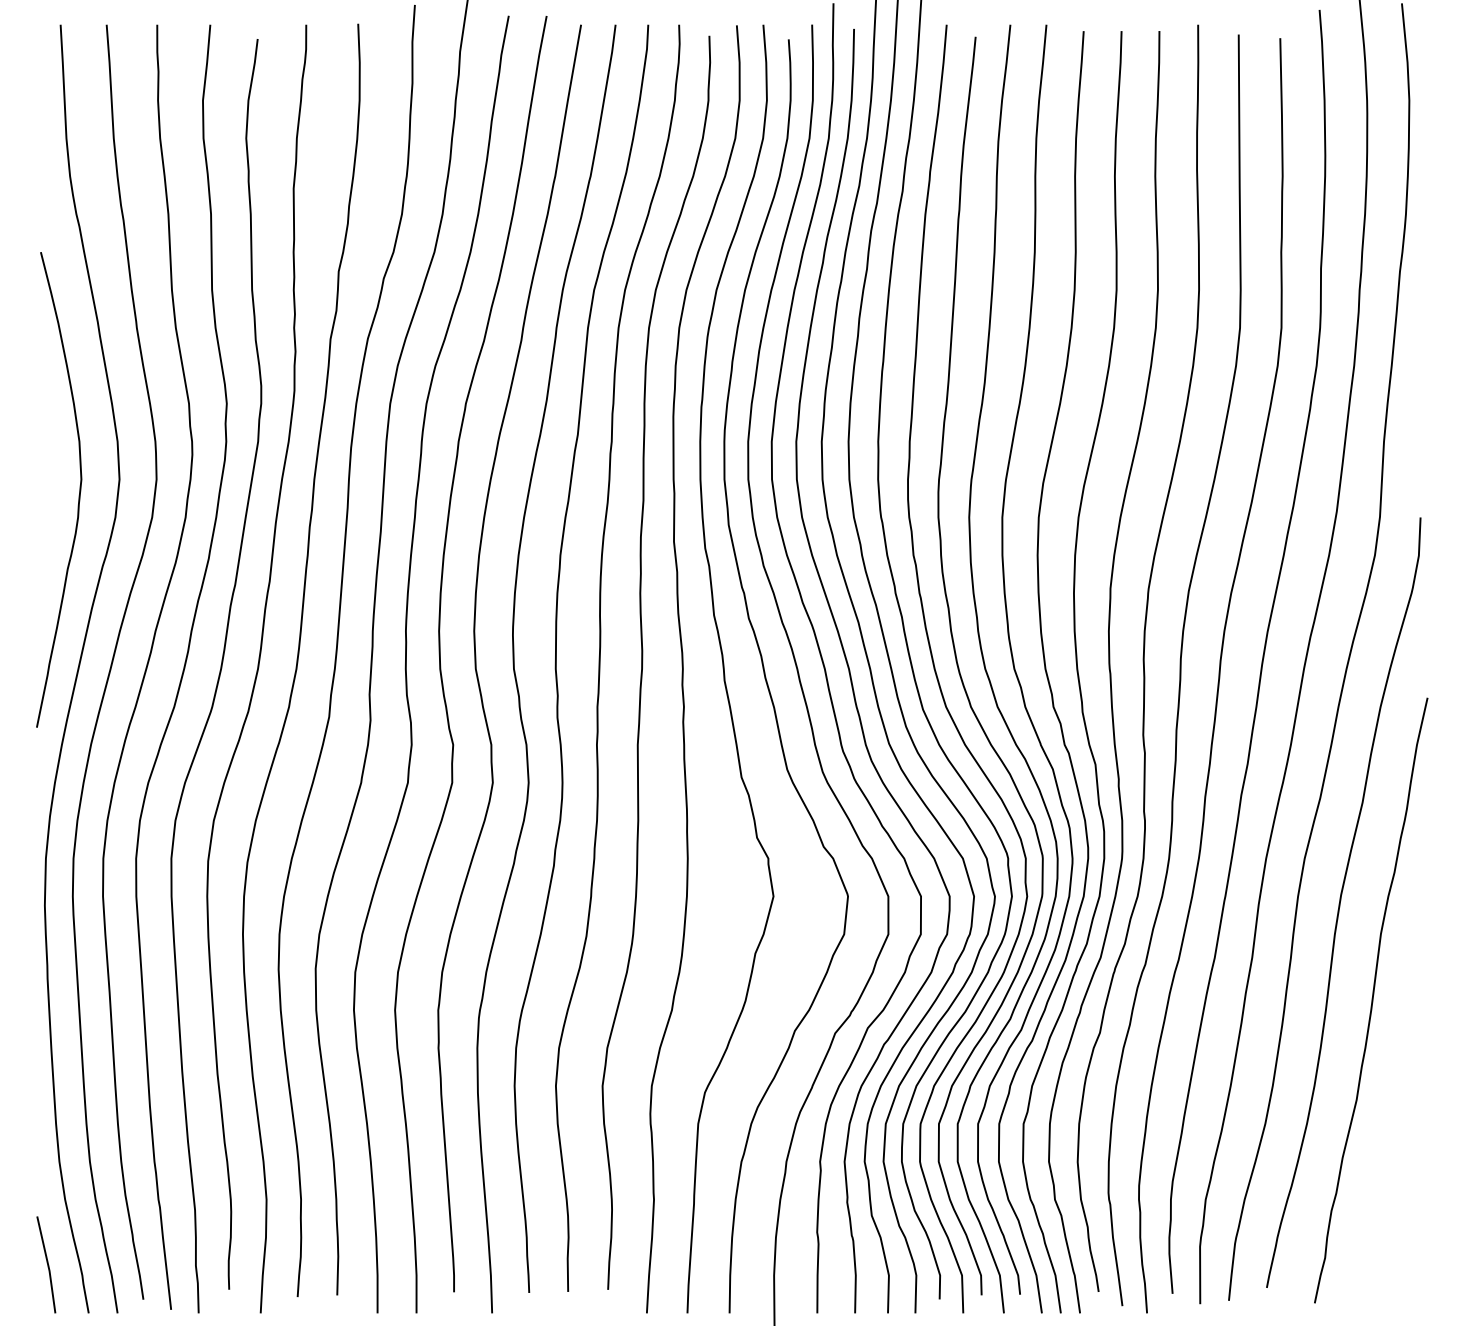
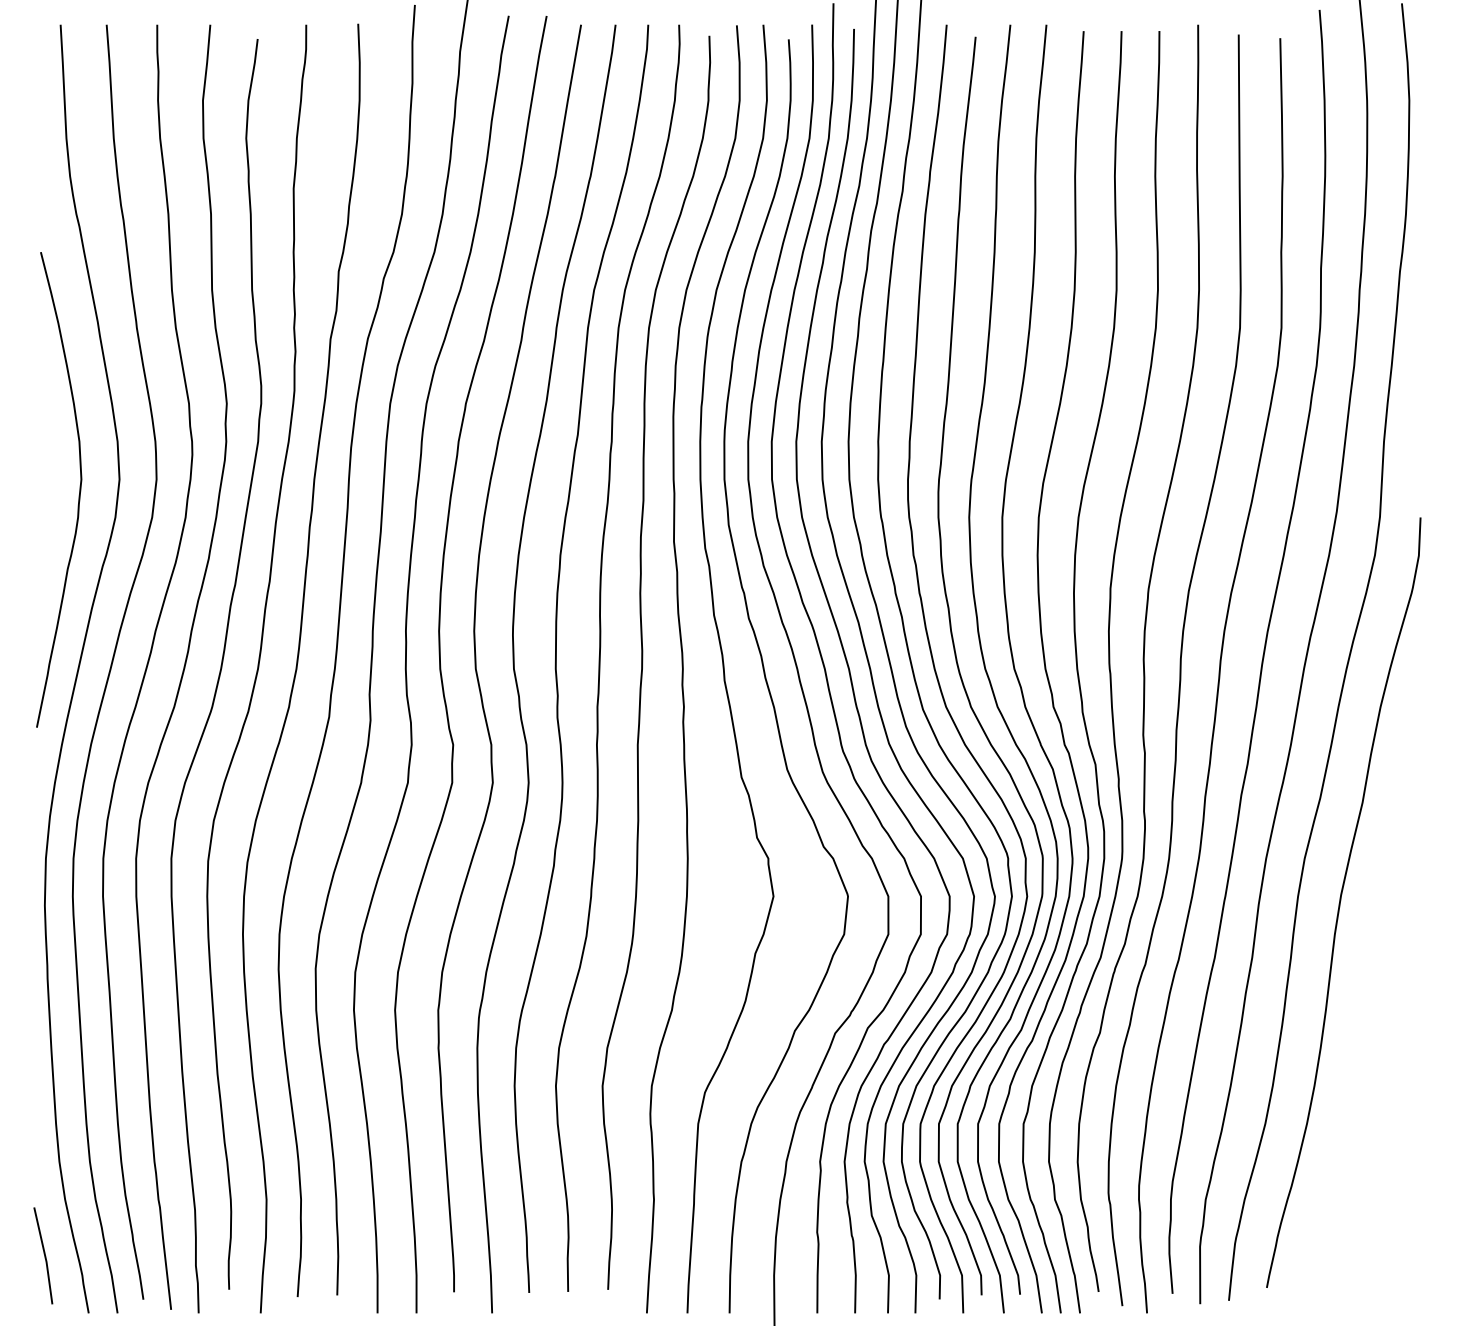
curve at (1371, 1000): present -> none
line at (46, 1263) position: (46, 1263) -> (43, 1254)
